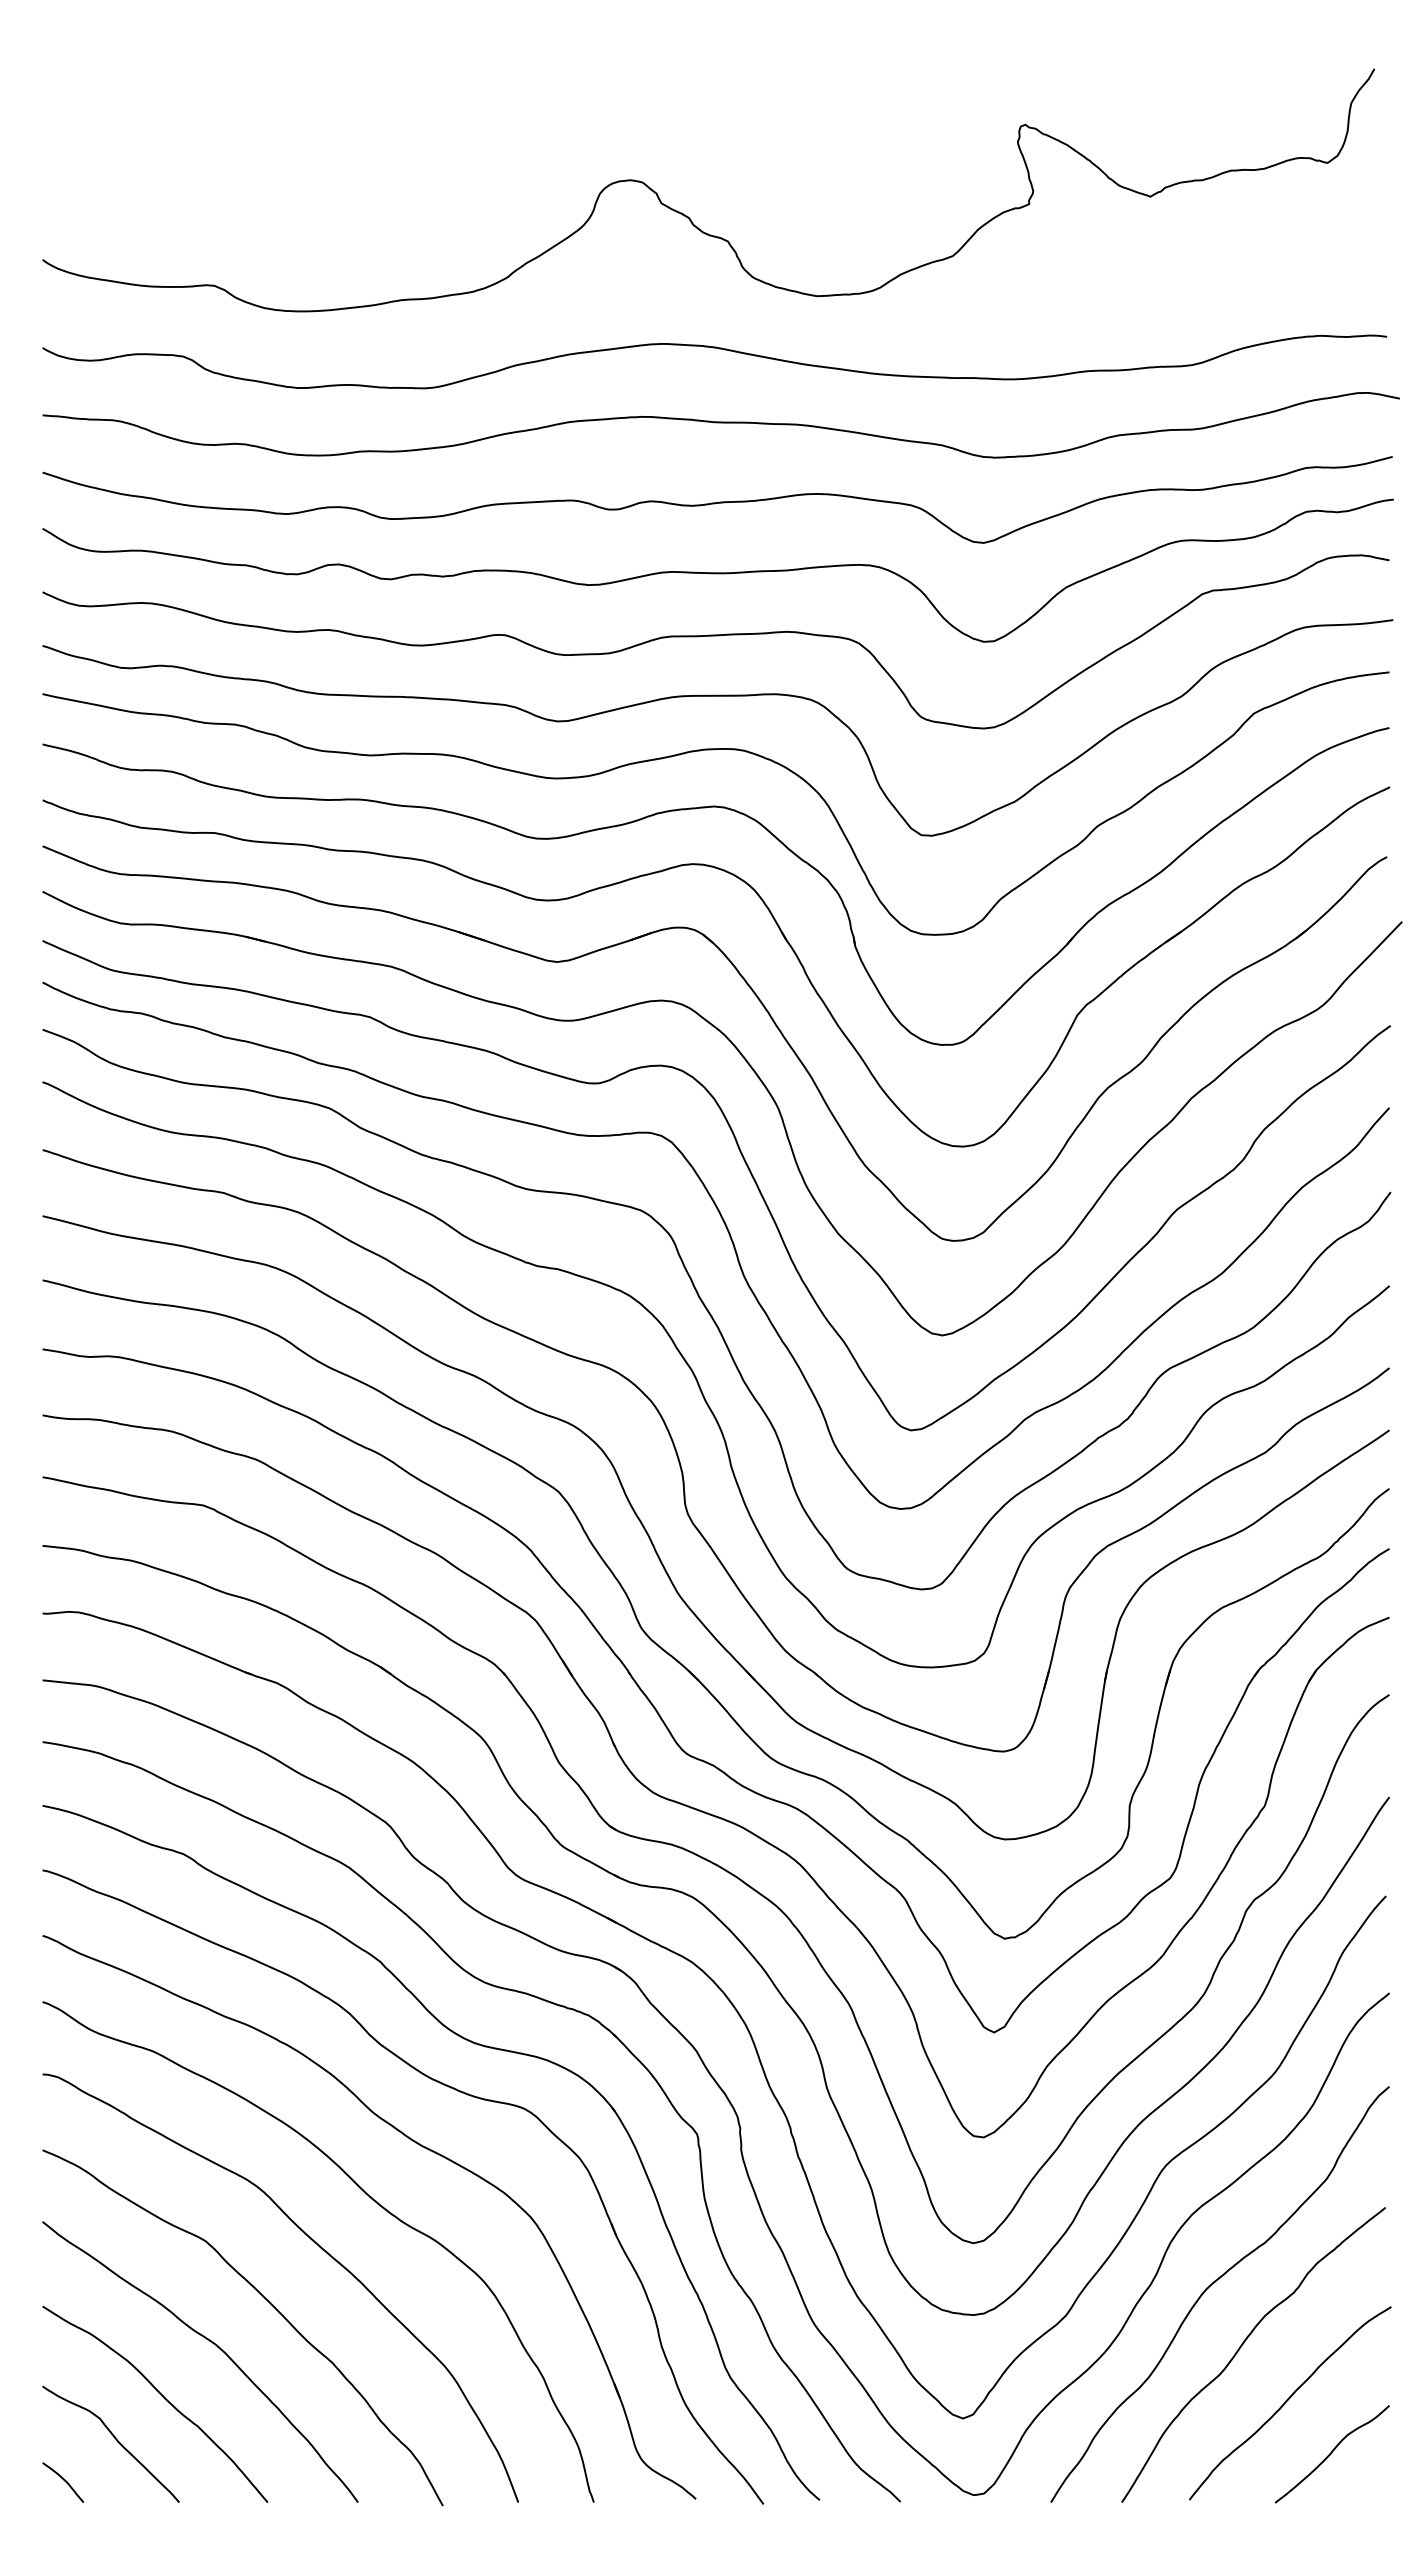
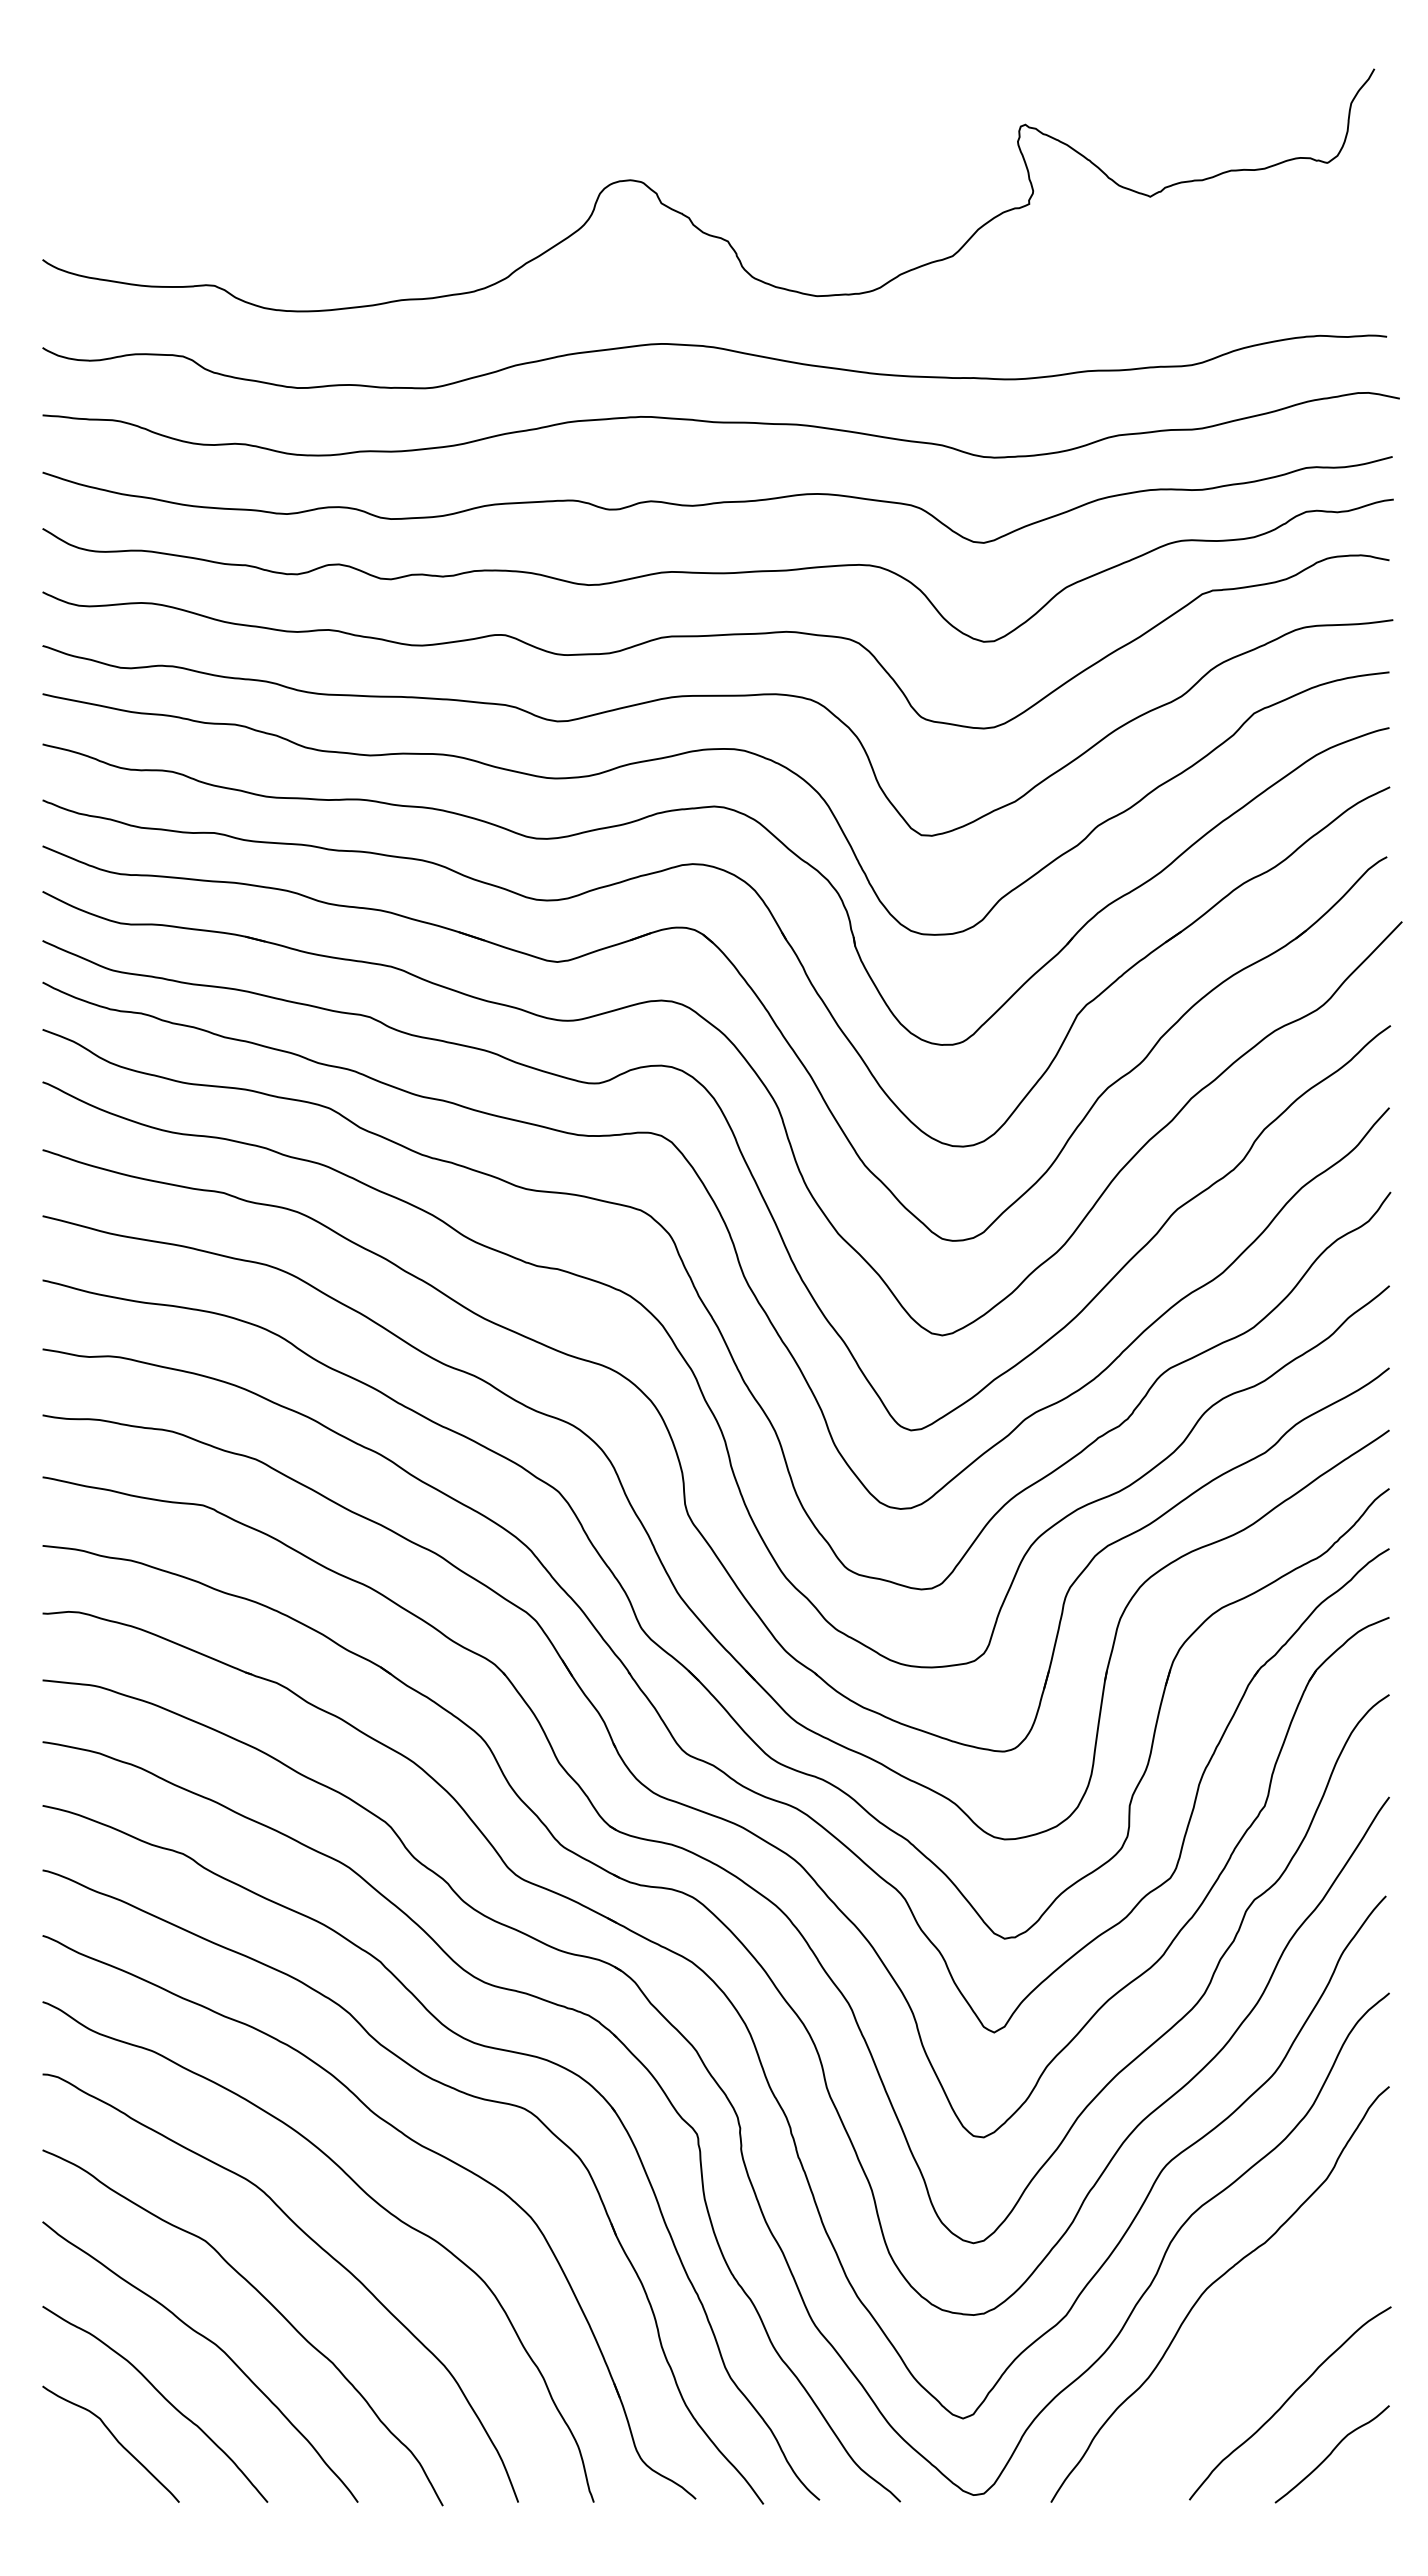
curve at (1241, 2347): present -> none
curve at (64, 2481): present -> none
